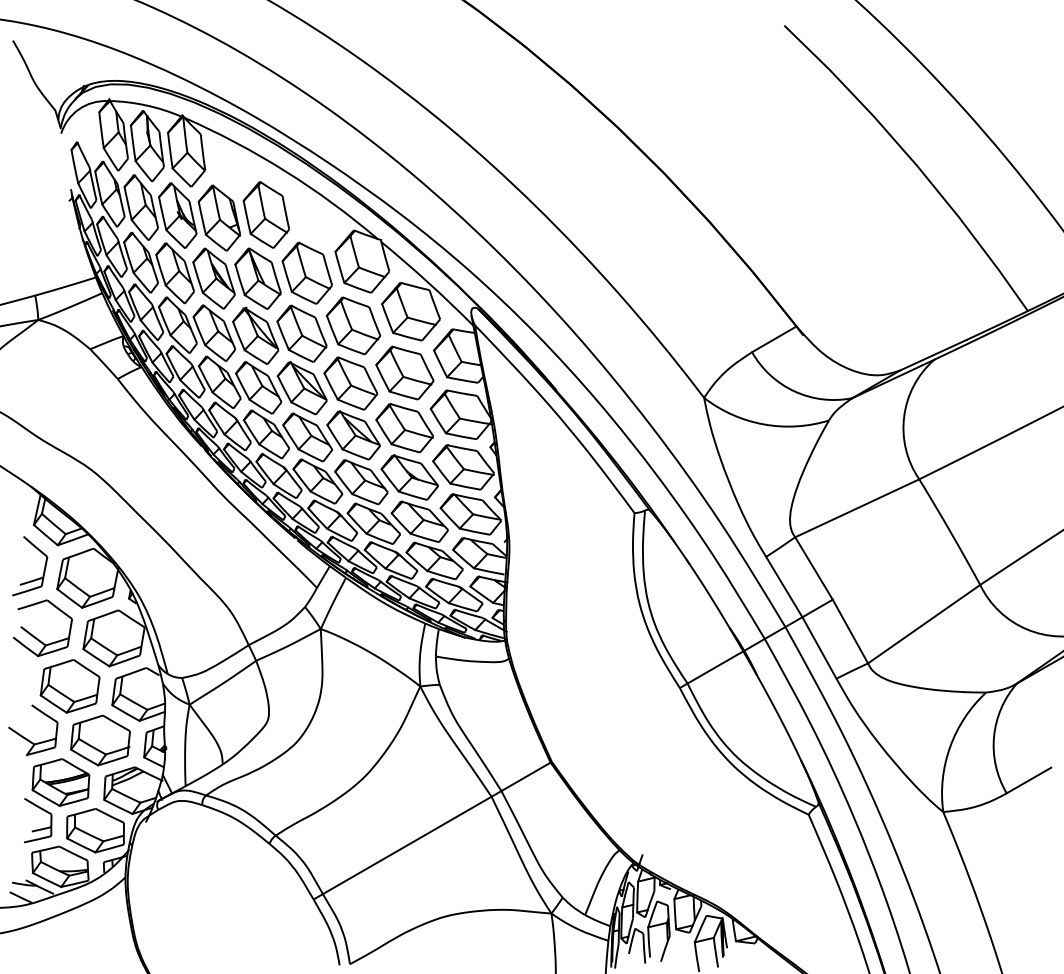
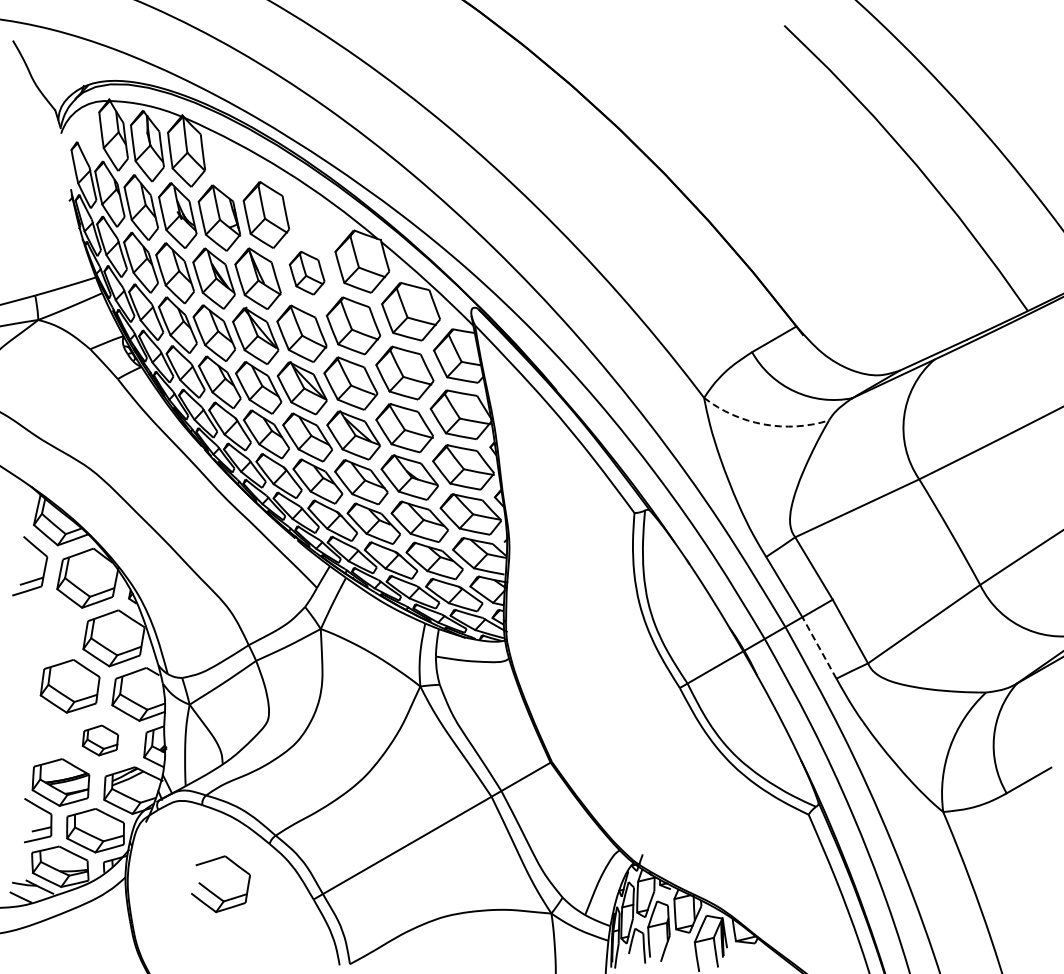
part at (306, 272) size: 52x64 px -> 38x45 px
arc at (763, 424): solid -> dashed
part at (35, 636) position: (35, 636) -> (213, 892)
line at (819, 647): solid -> dashed
part at (27, 738): present -> none
part at (100, 740) size: 61x53 px -> 39x33 px
